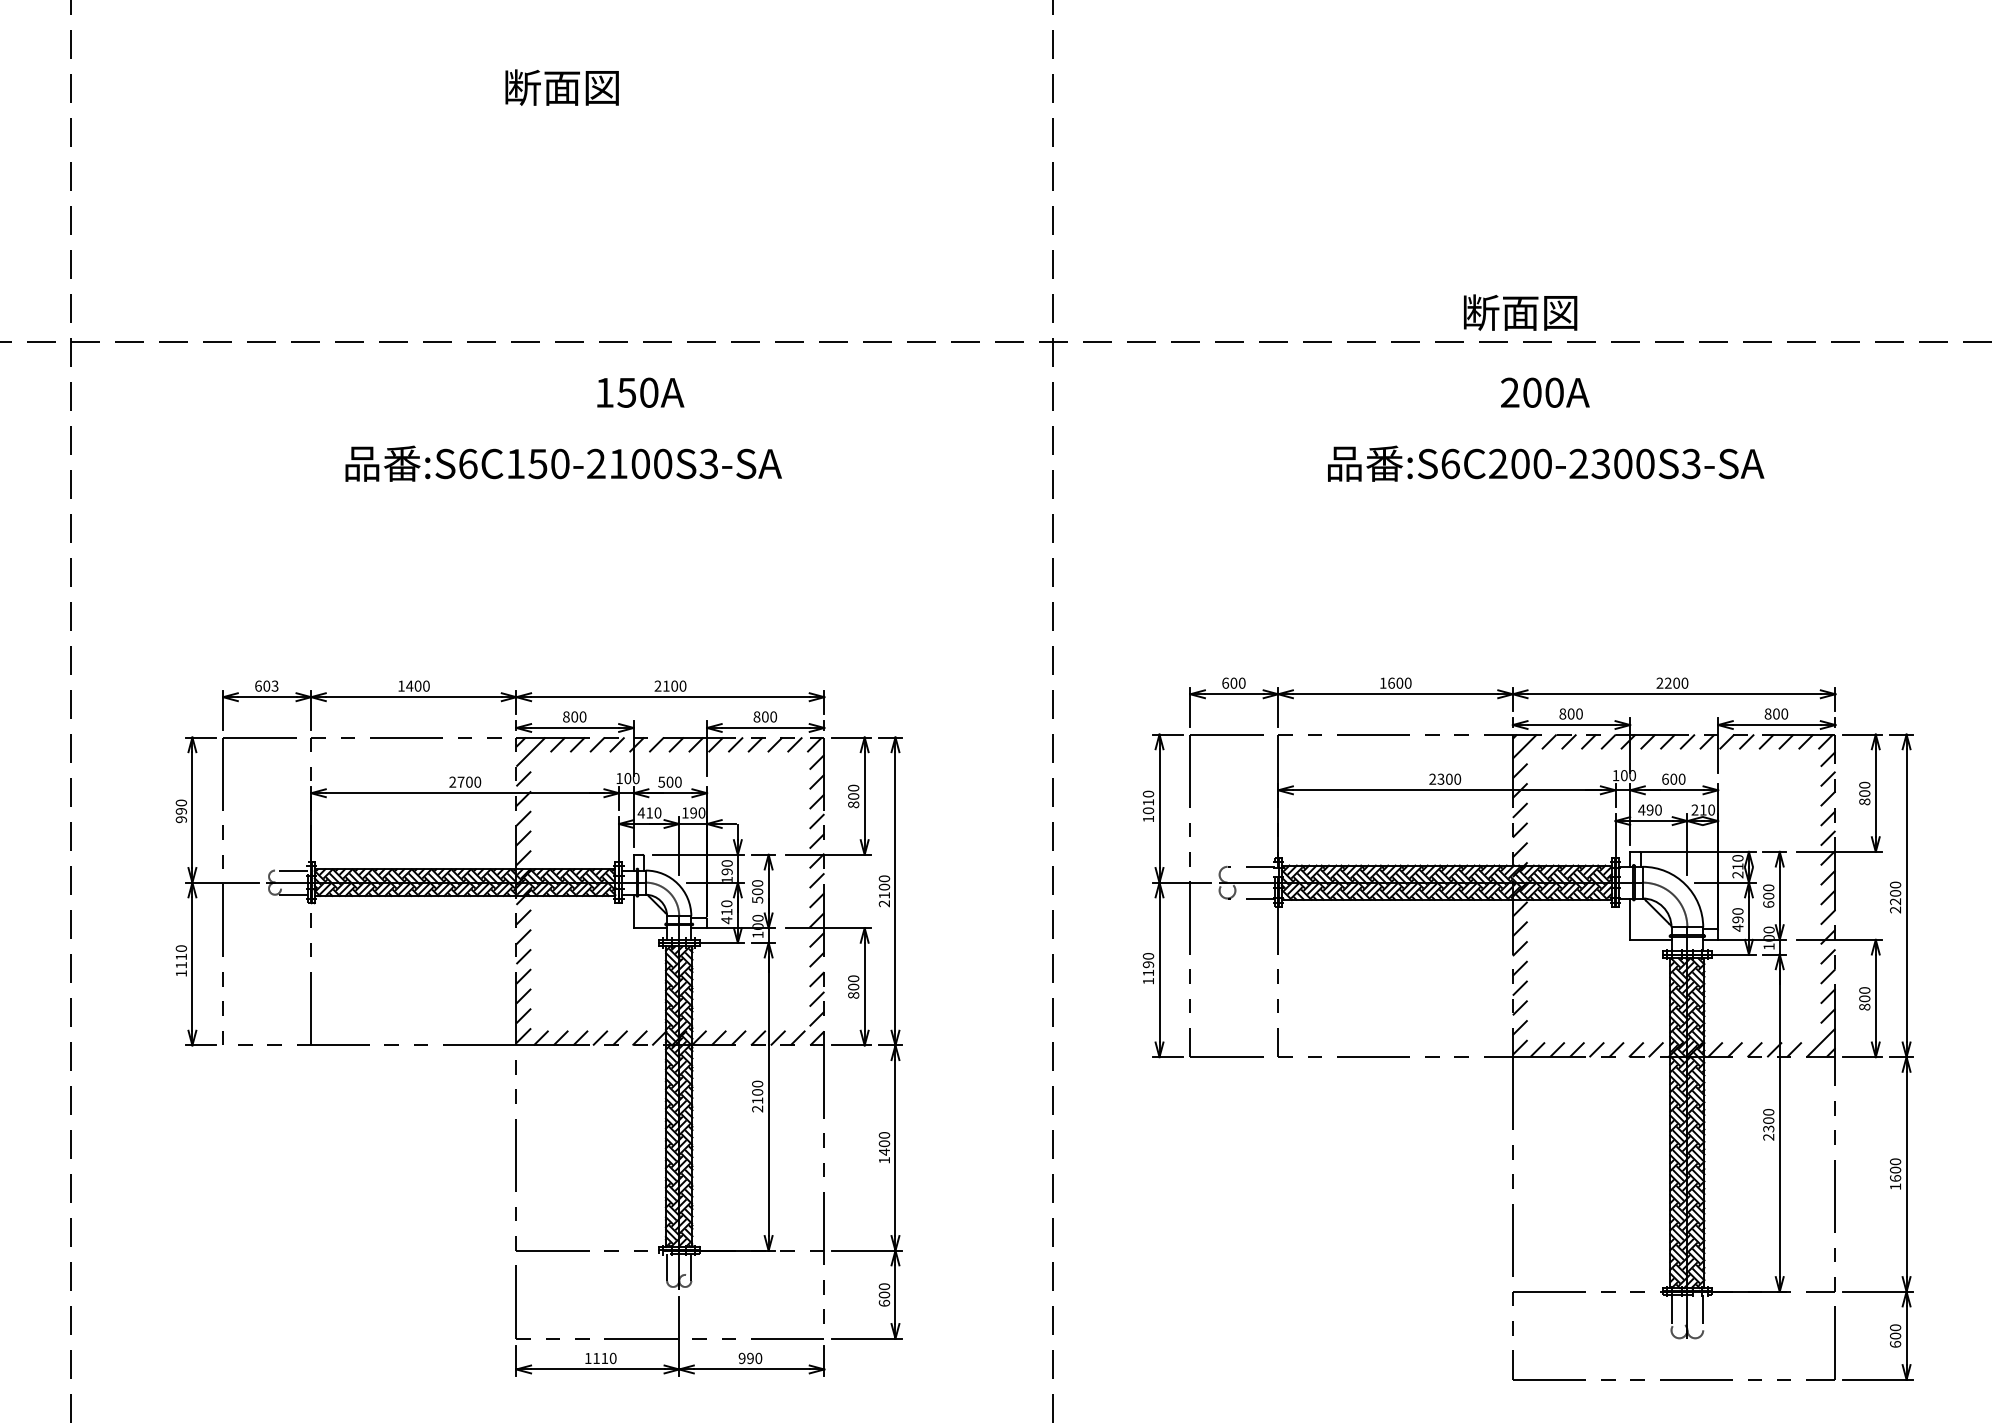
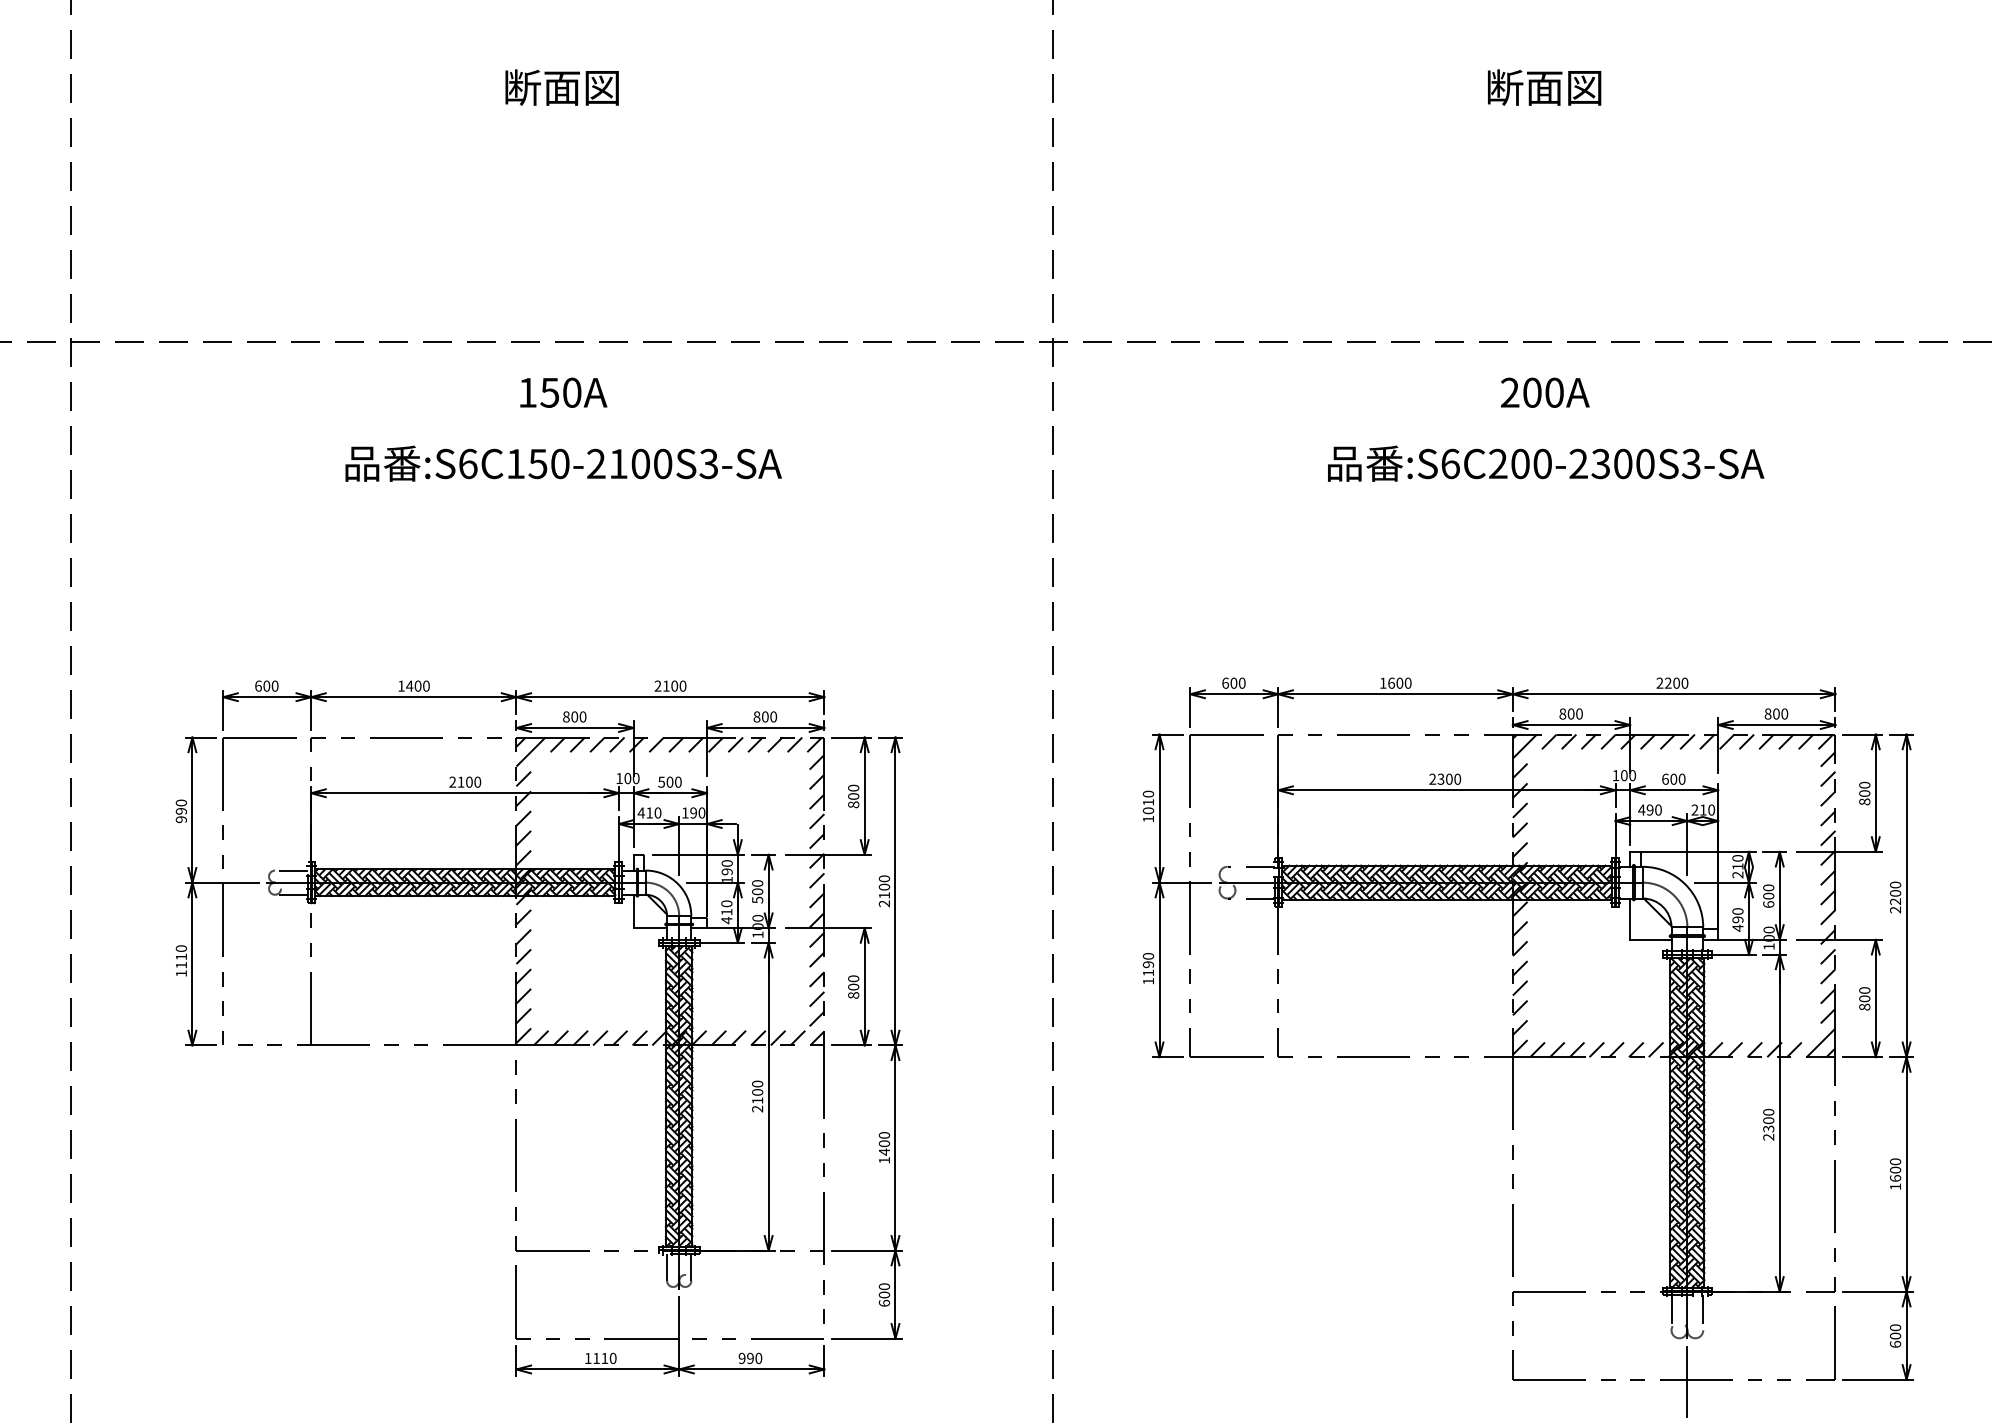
text at (1520, 312) position: (1520, 312) -> (1544, 87)
text at (640, 392) position: (640, 392) -> (563, 392)
text at (274, 685): 603 -> 600
text at (460, 781): 2700 -> 2100
line at (1687, 1381): none -> present
